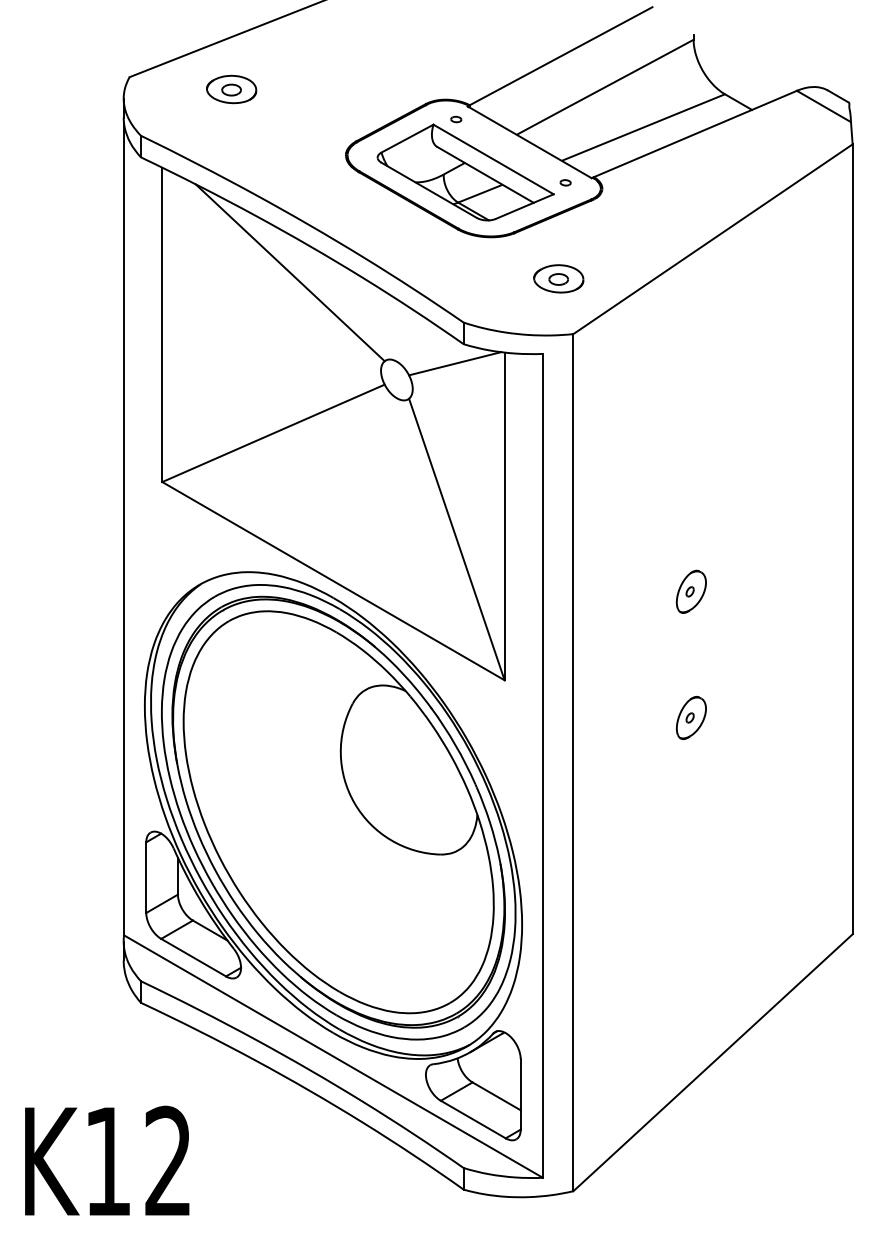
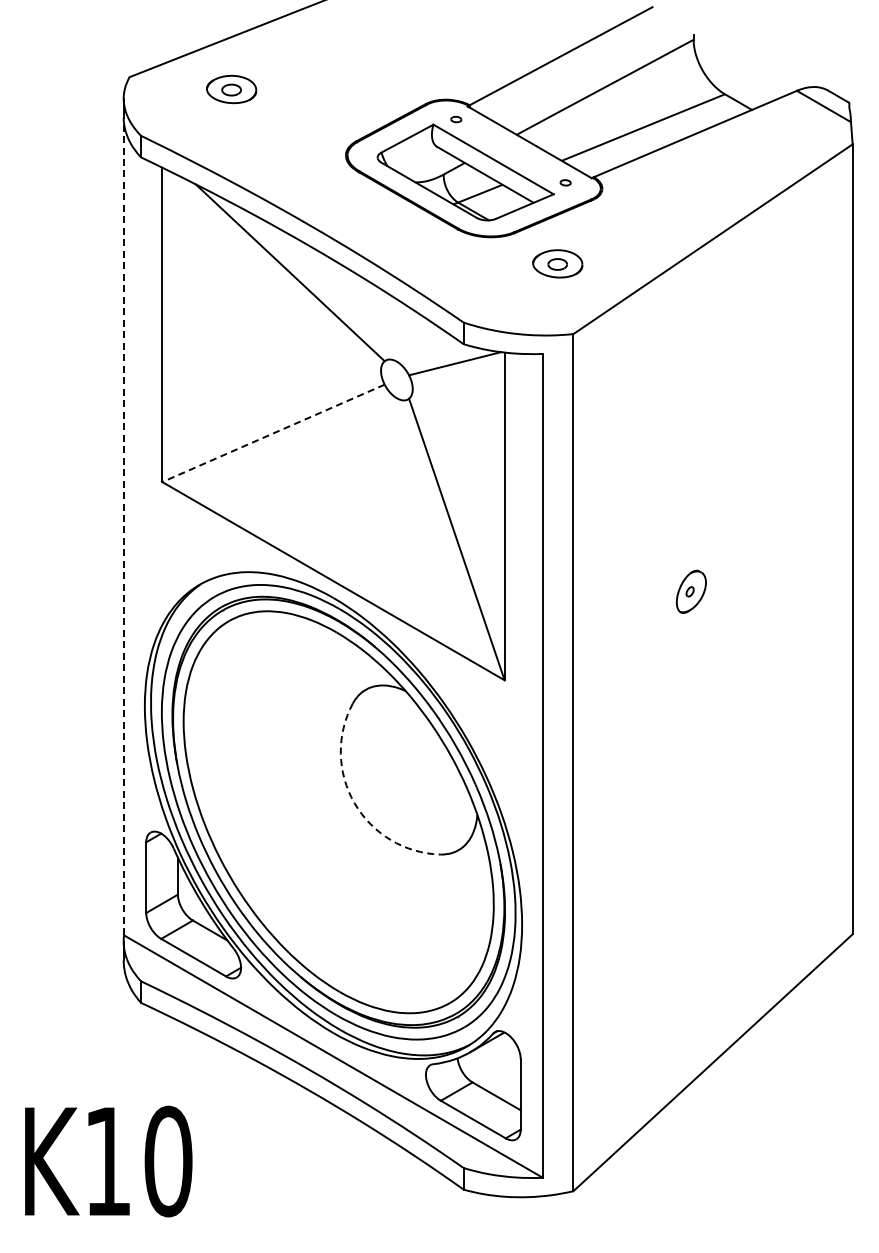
part at (558, 278) position: (558, 278) -> (557, 263)
line at (273, 433): solid -> dashed
line at (124, 528): solid -> dashed
part at (690, 717): present -> none
arc at (354, 803): solid -> dashed
text at (168, 1161): K12 -> K10
